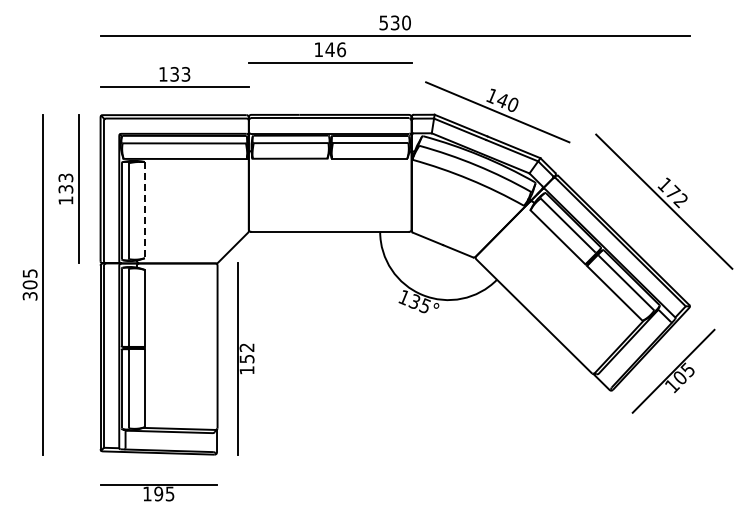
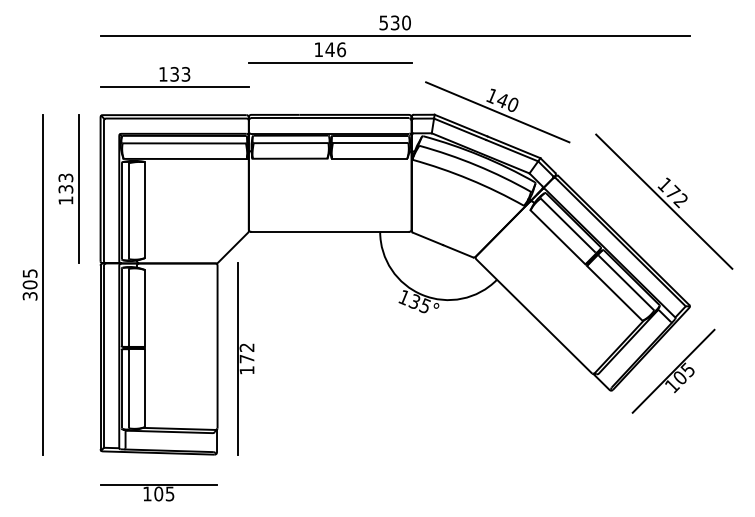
line at (144, 210): dashed -> solid
text at (246, 359): 152 -> 172
text at (158, 493): 195 -> 105
